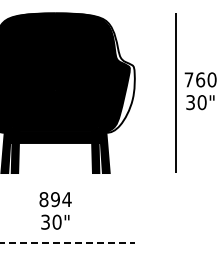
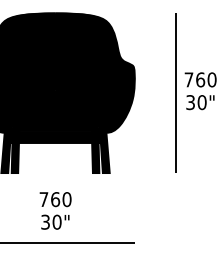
fill at (98, 72): none -> present
text at (55, 199): 894 -> 760
line at (68, 242): dashed -> solid
